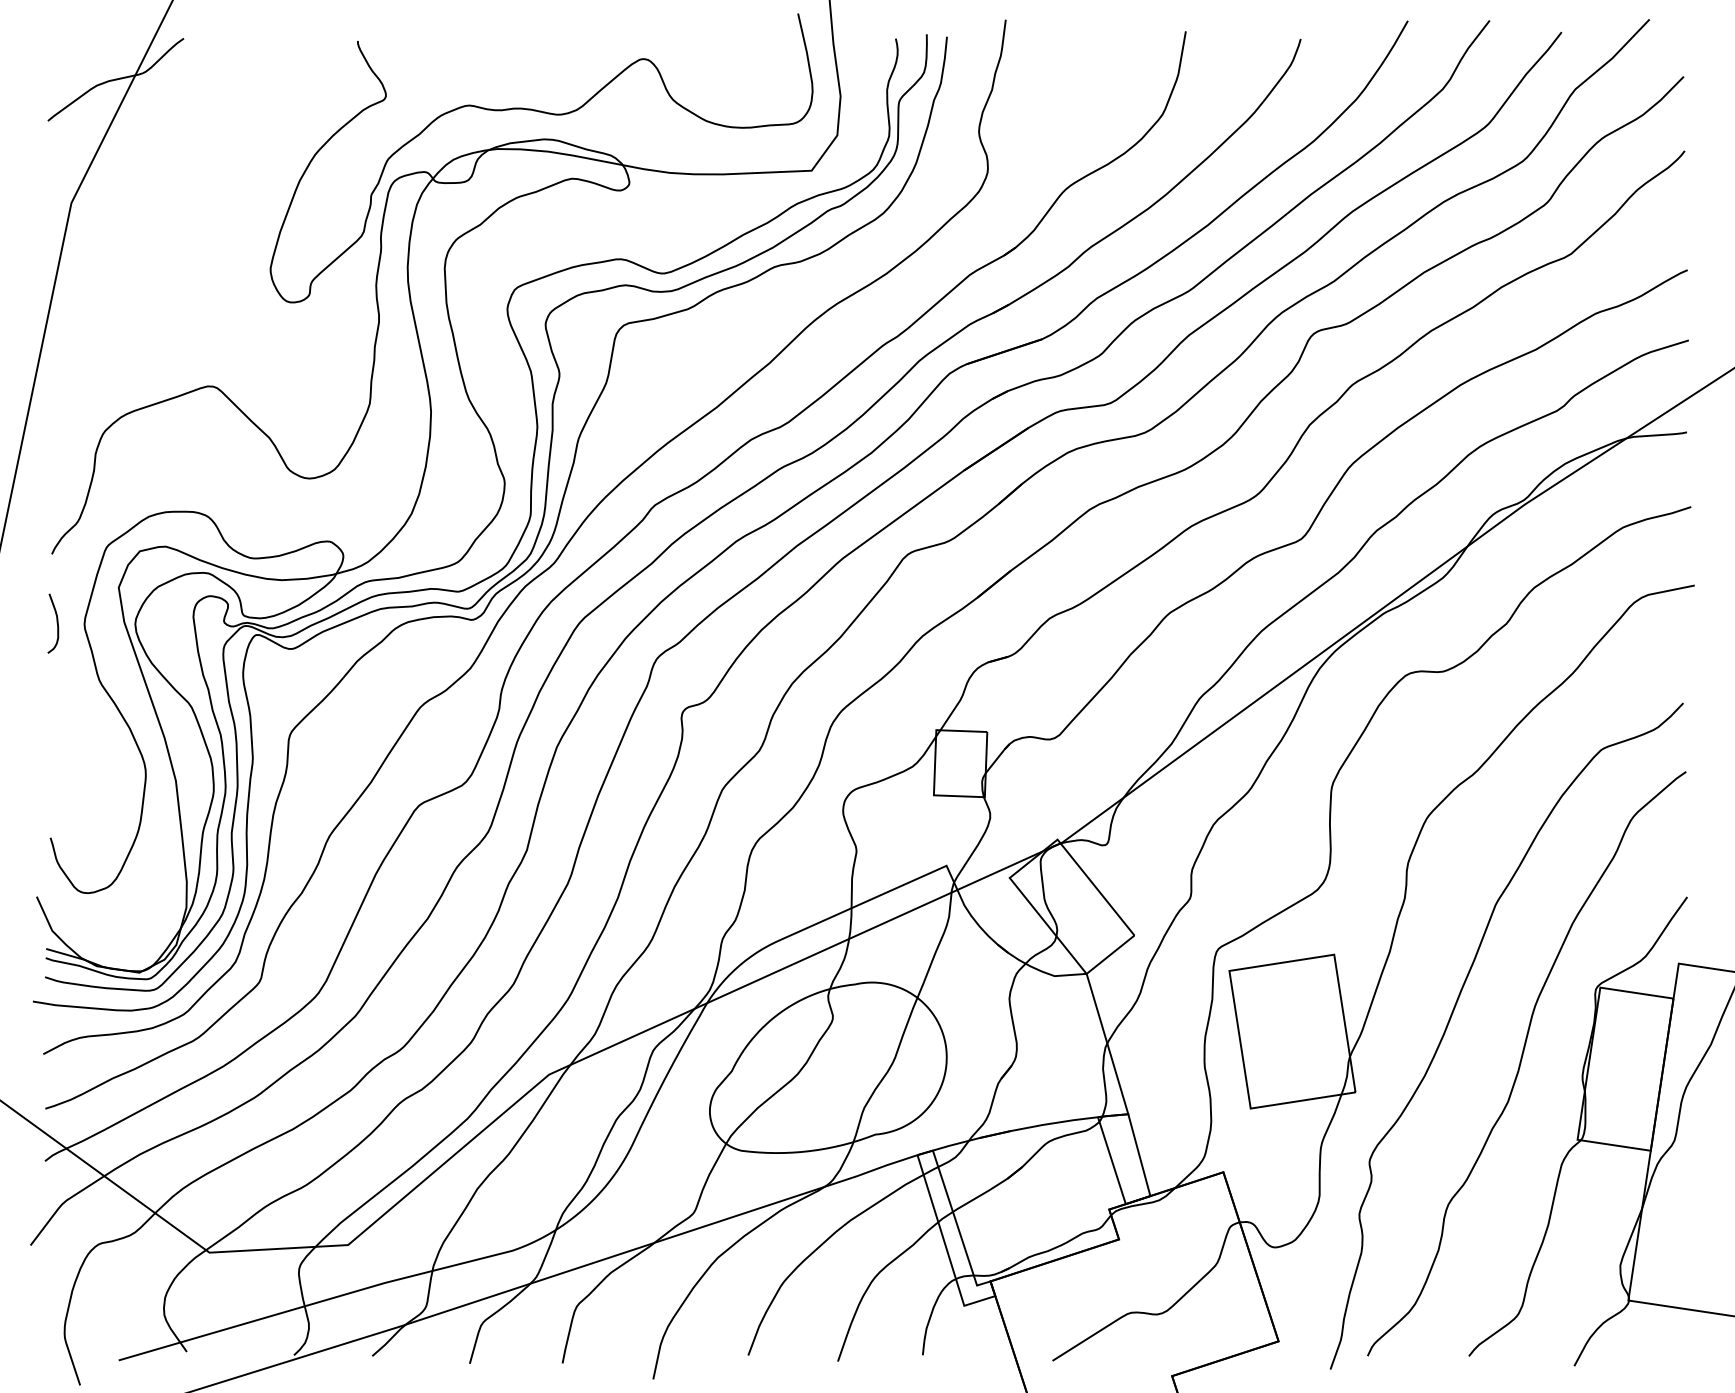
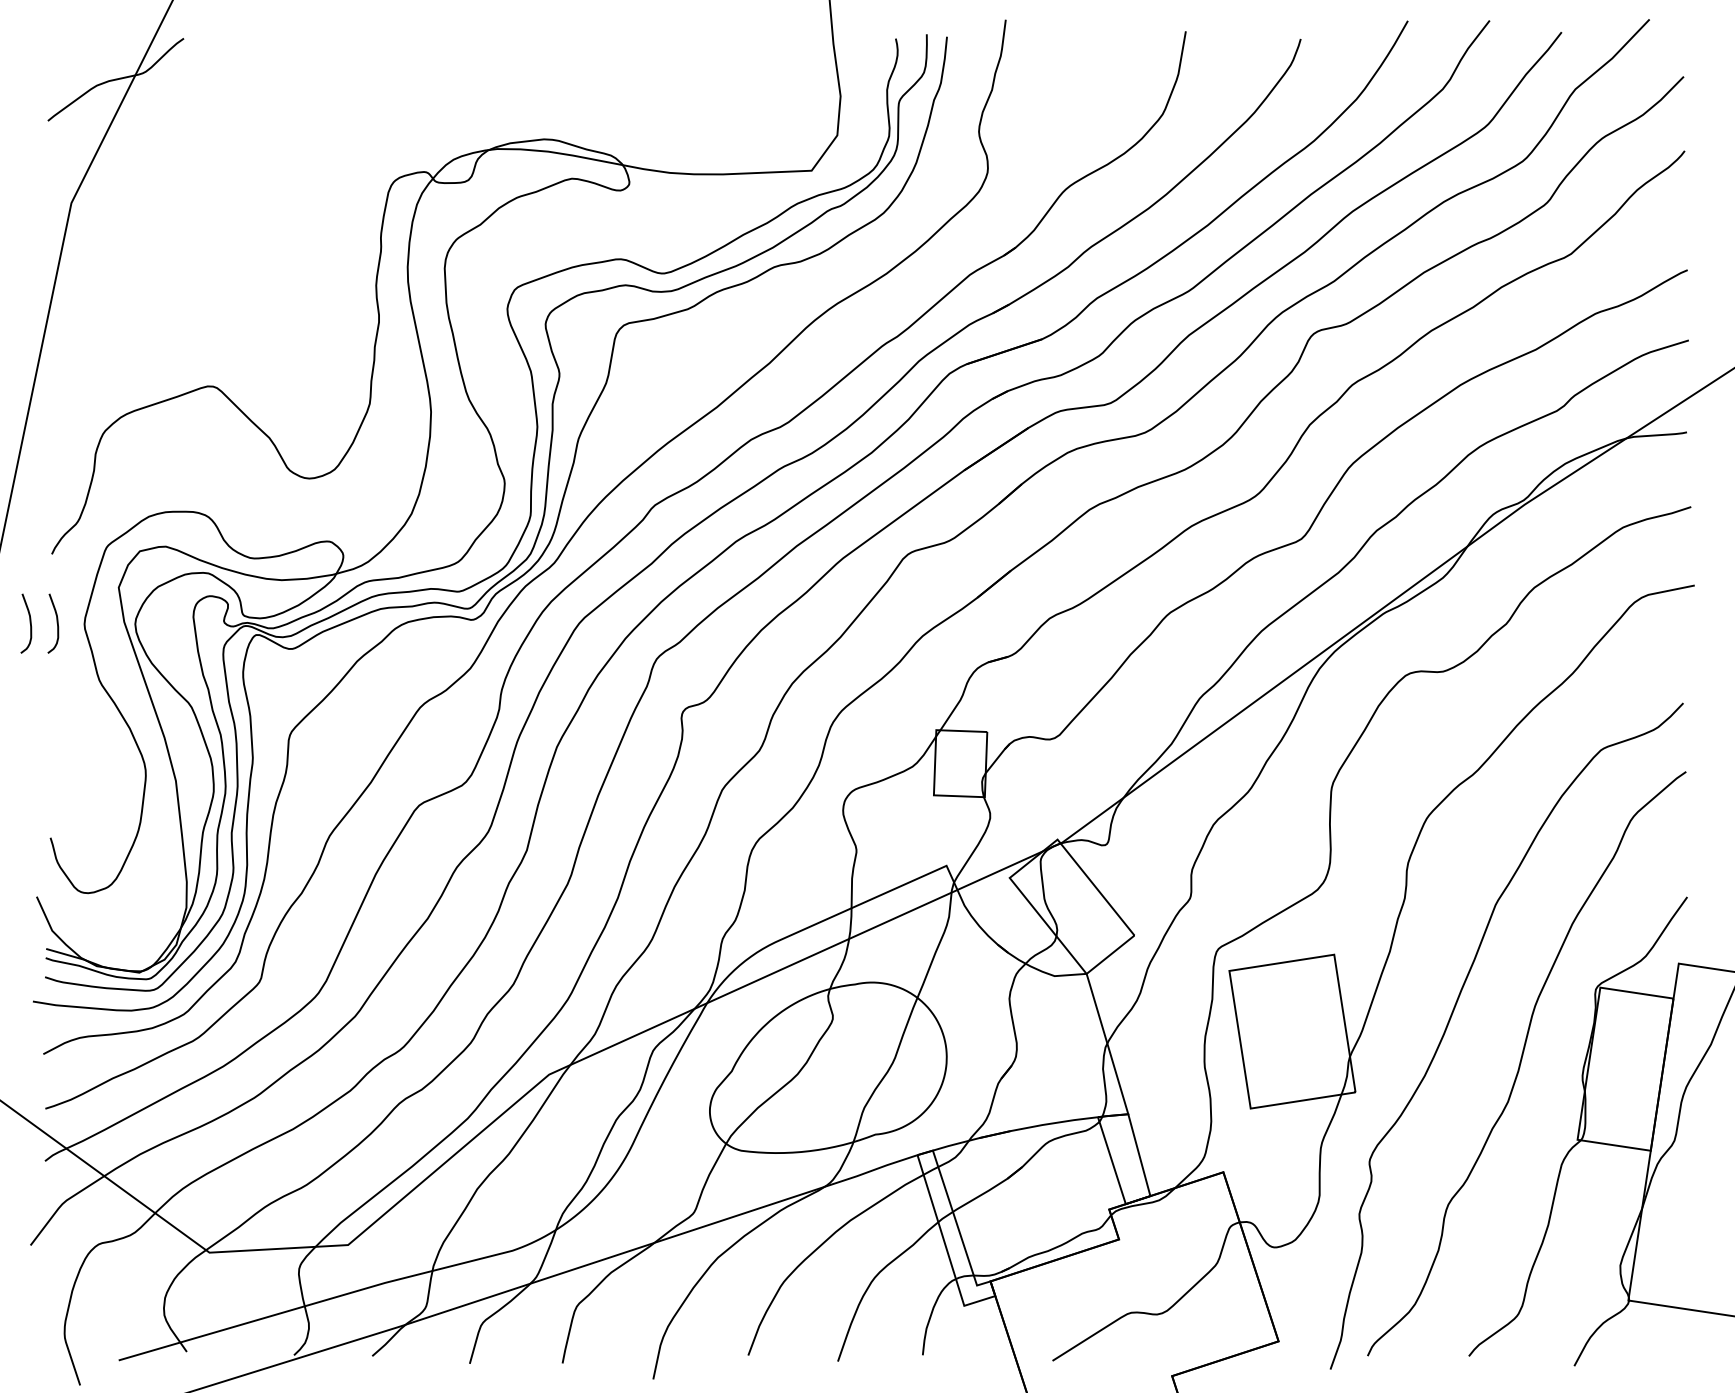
curve at (548, 114): present -> none
curve at (29, 623): none -> present
